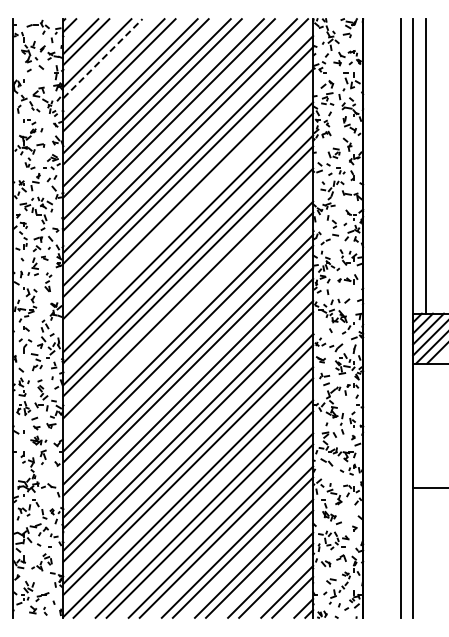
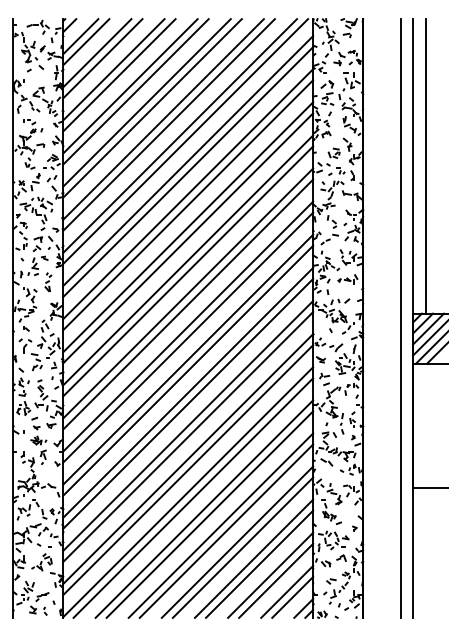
line at (102, 58): dashed -> solid
line at (188, 204): none -> present
line at (188, 304): none -> present
